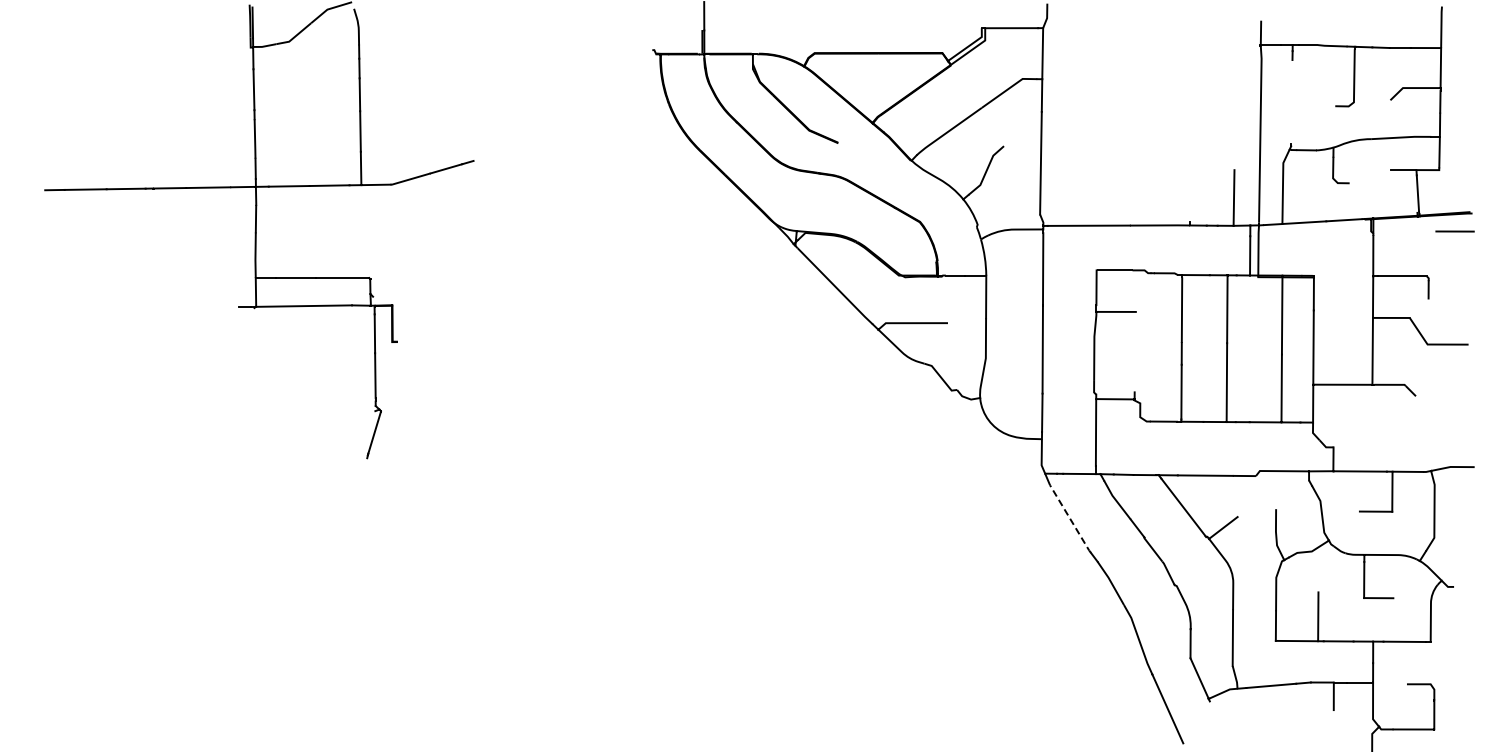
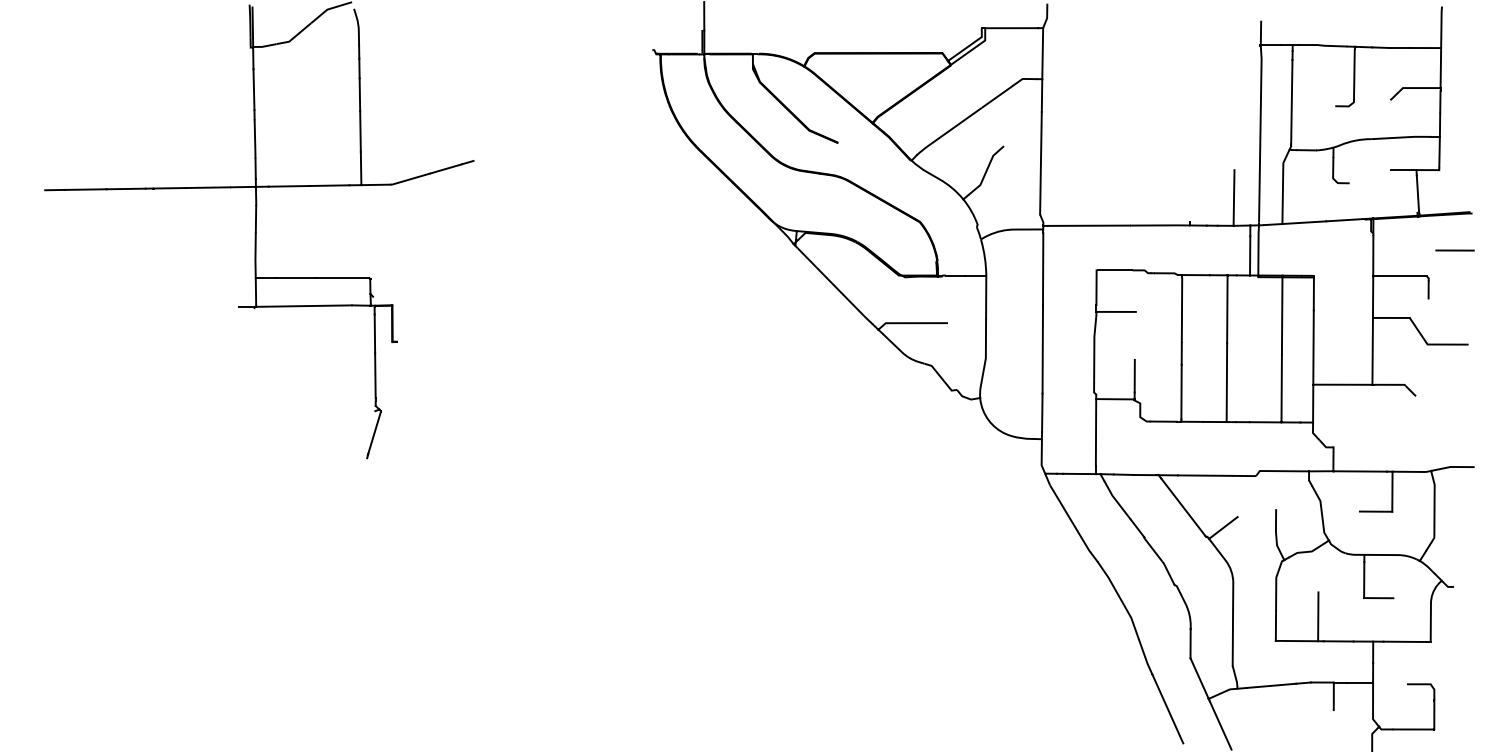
line at (1291, 101): none -> present
line at (1454, 231) position: (1454, 231) -> (1454, 250)
line at (1134, 375): none -> present
line at (1070, 519): dashed -> solid
line at (1220, 724): none -> present
